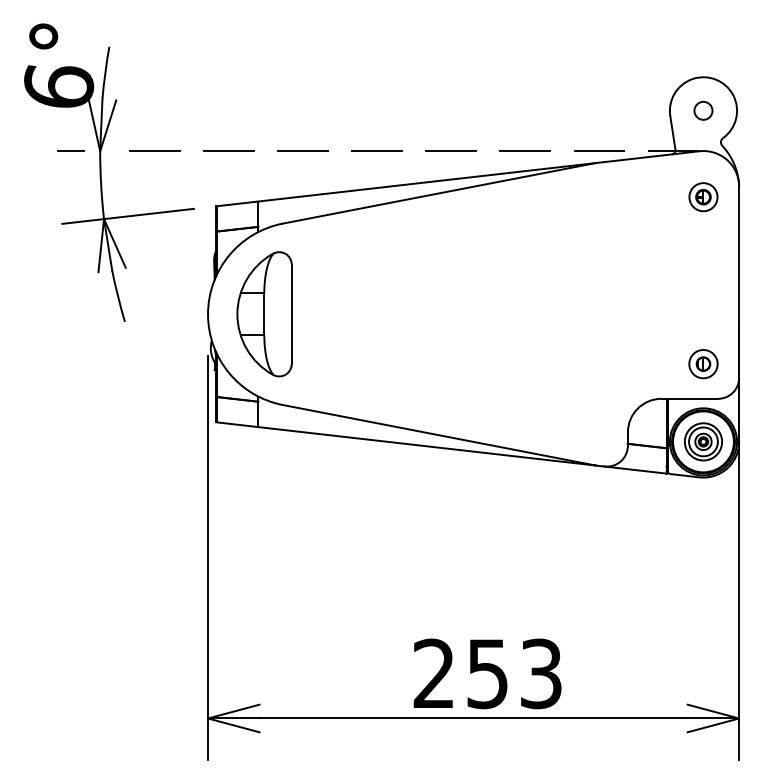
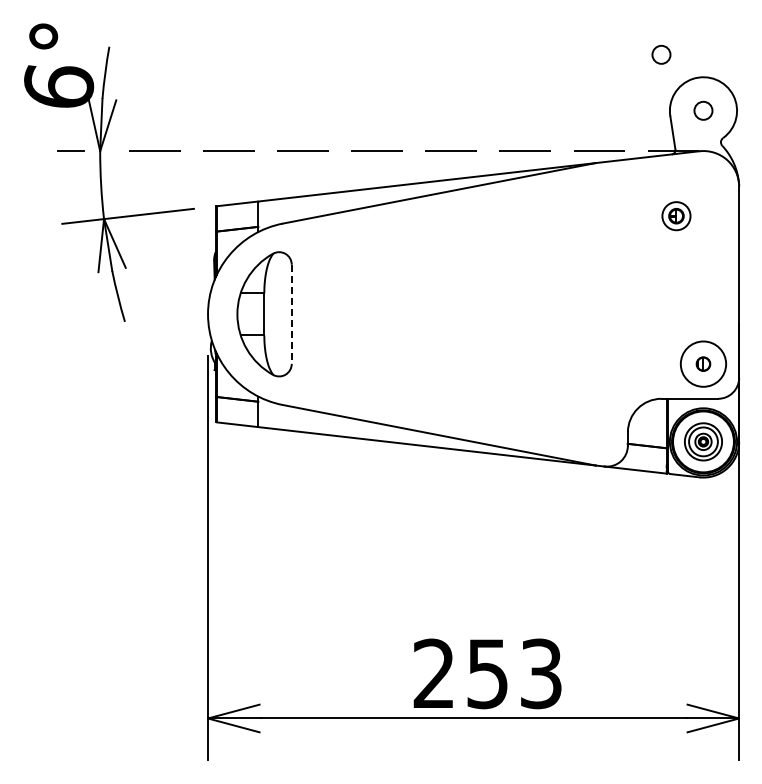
circle at (661, 54): none -> present
part at (703, 197) position: (703, 197) -> (676, 216)
line at (291, 314): solid -> dashed
circle at (703, 363) diameter: 28 px -> 45 px
